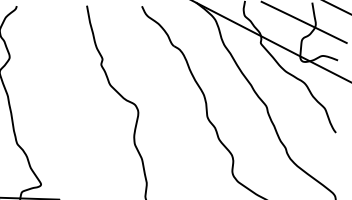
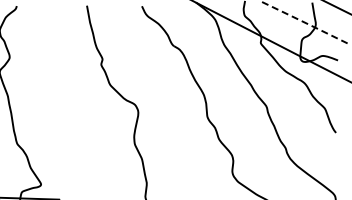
line at (303, 22): solid -> dashed
